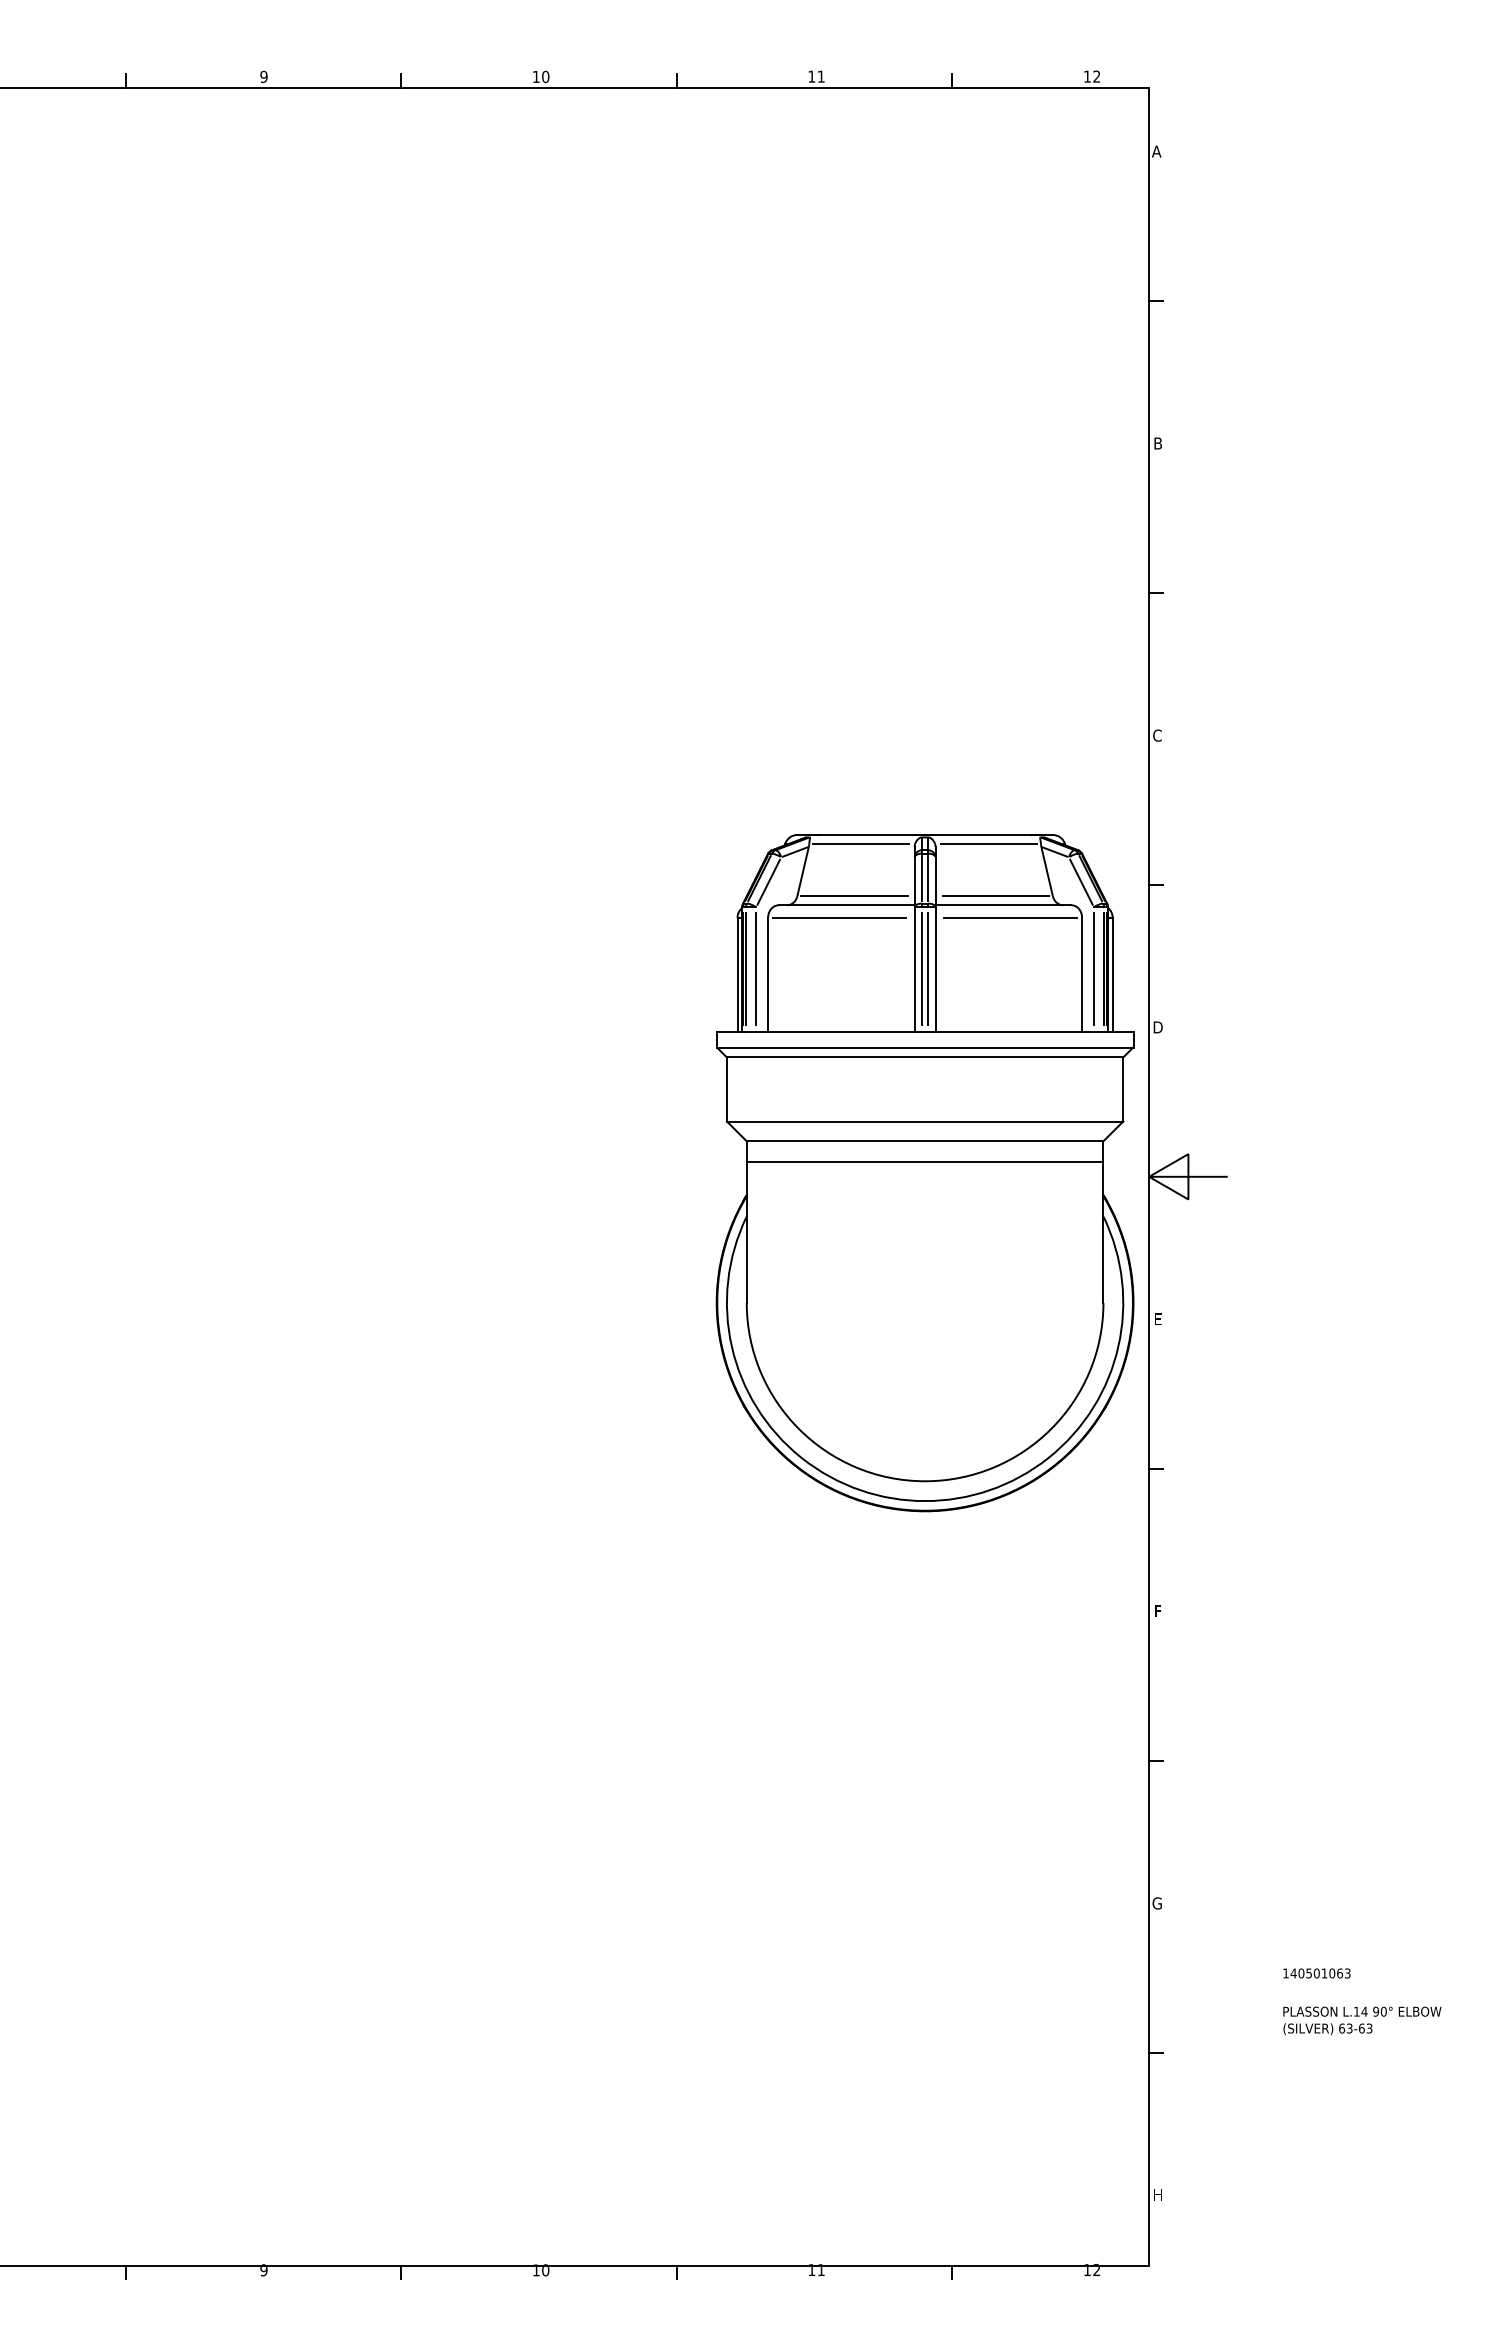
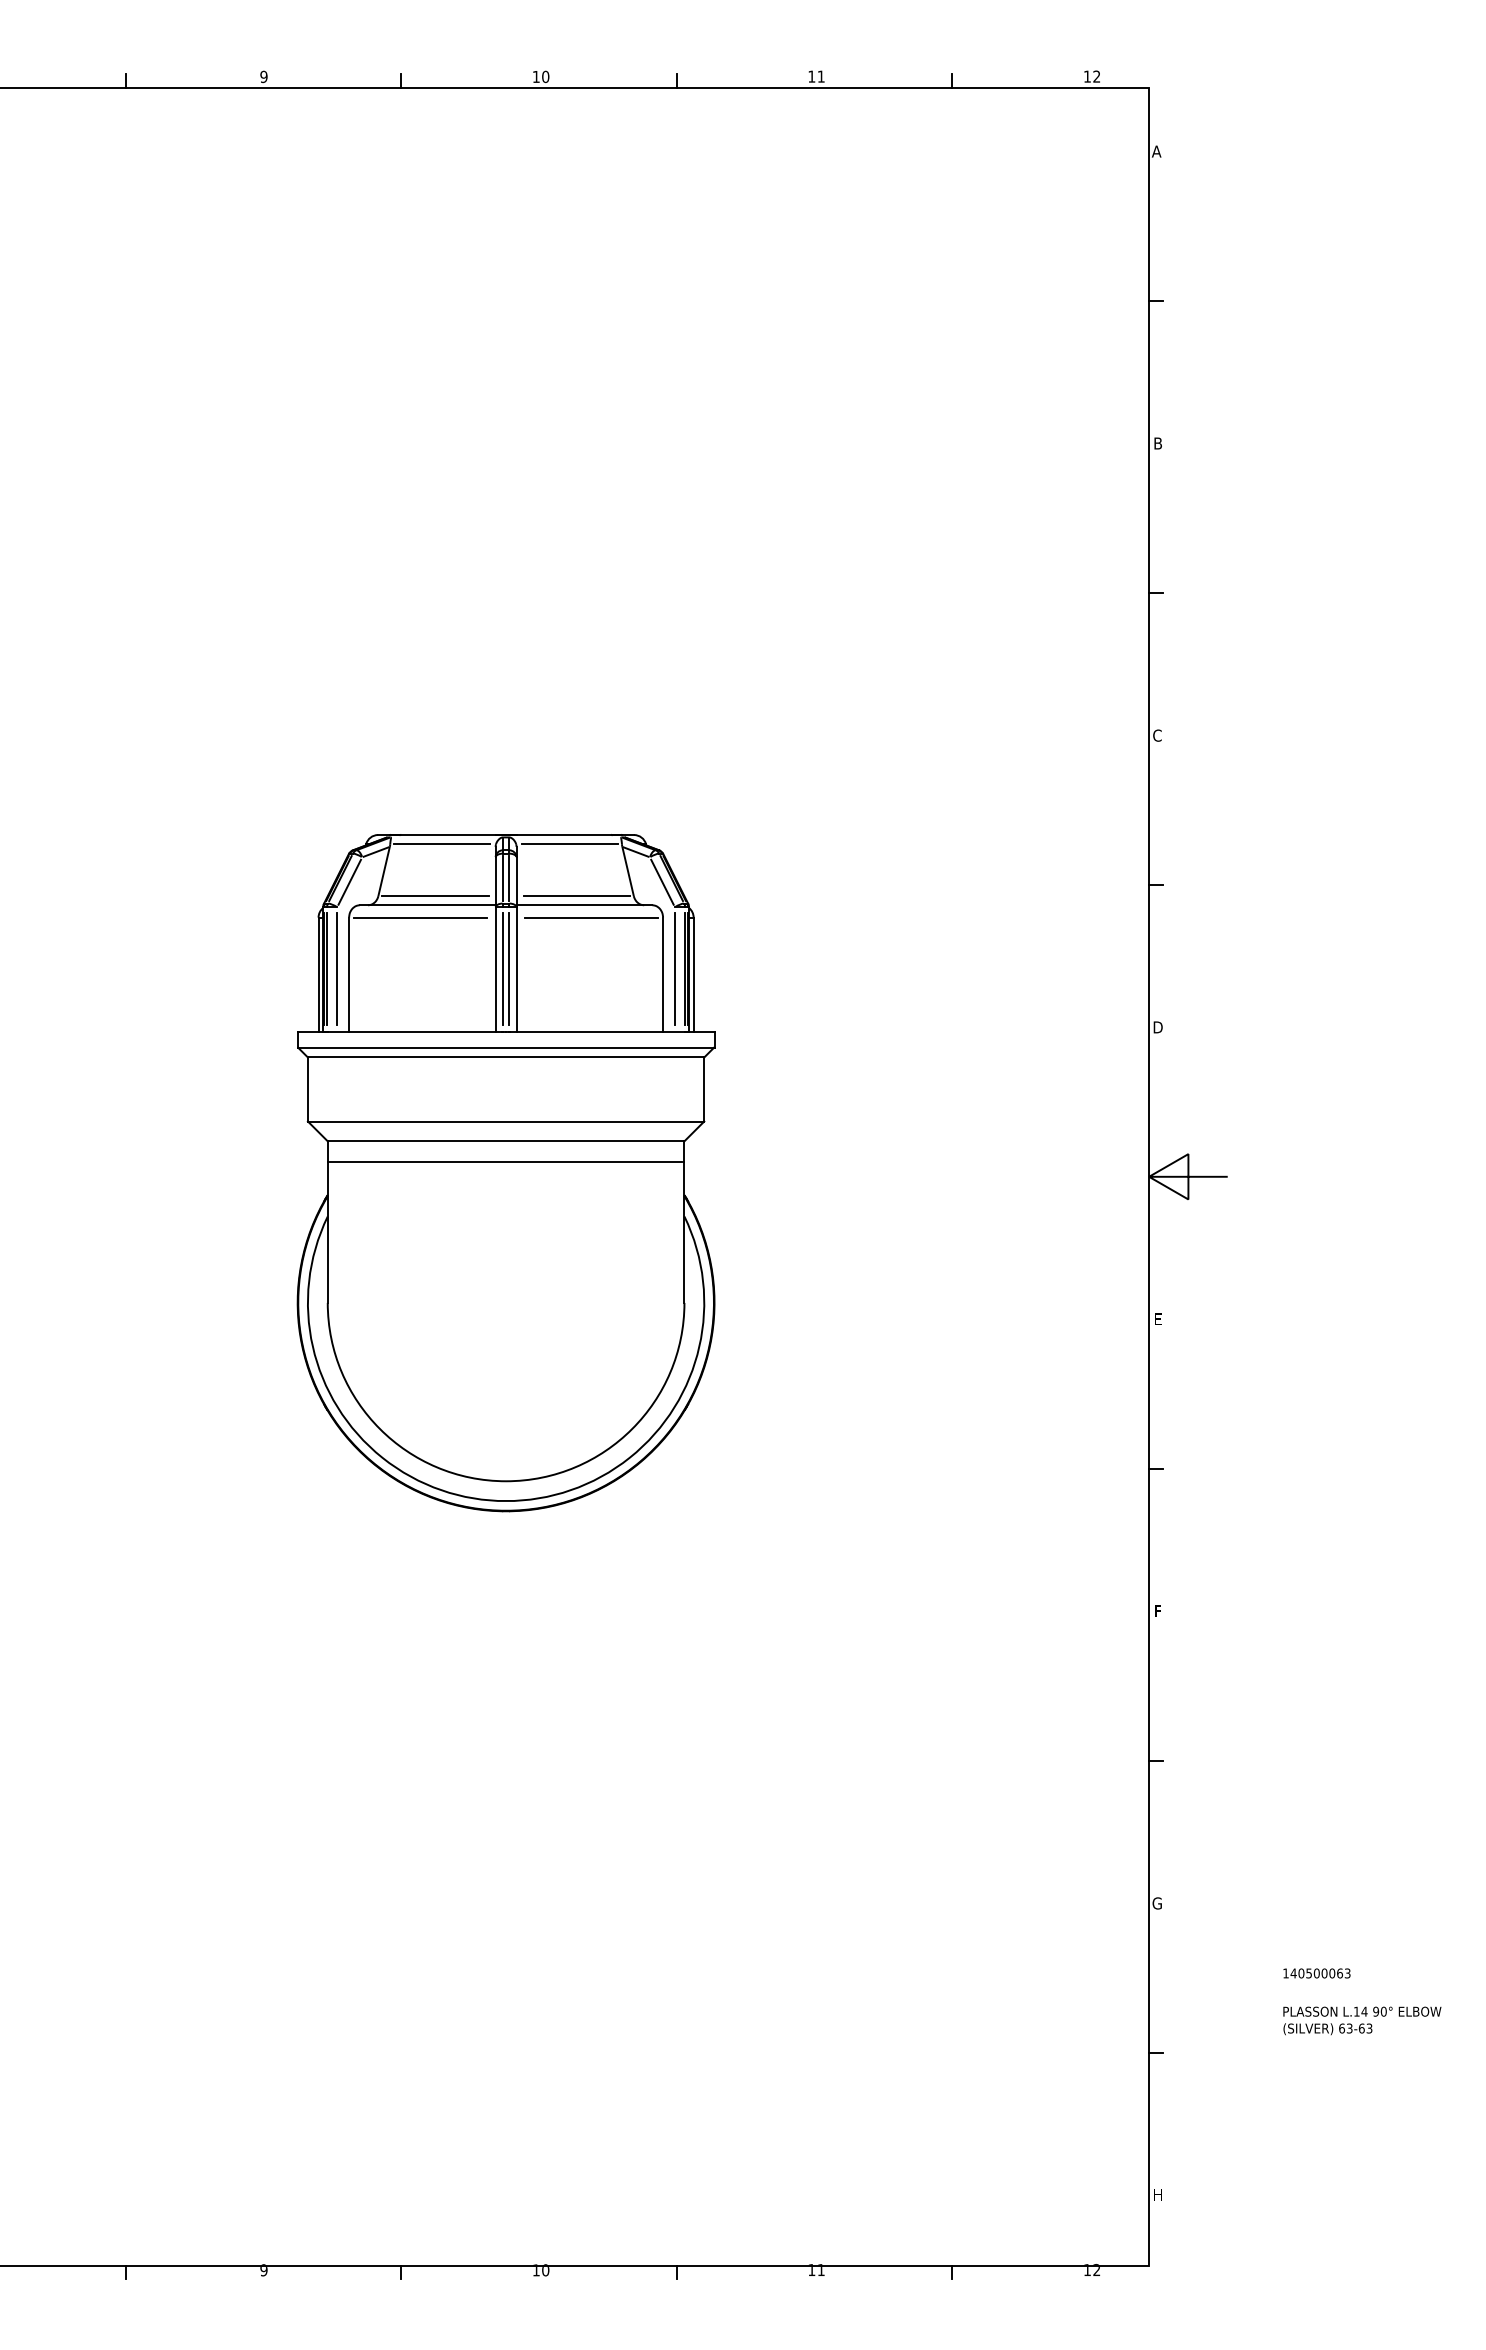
part at (924, 1173) position: (924, 1173) -> (505, 1173)
text at (1324, 1973): 140501063 -> 140500063
